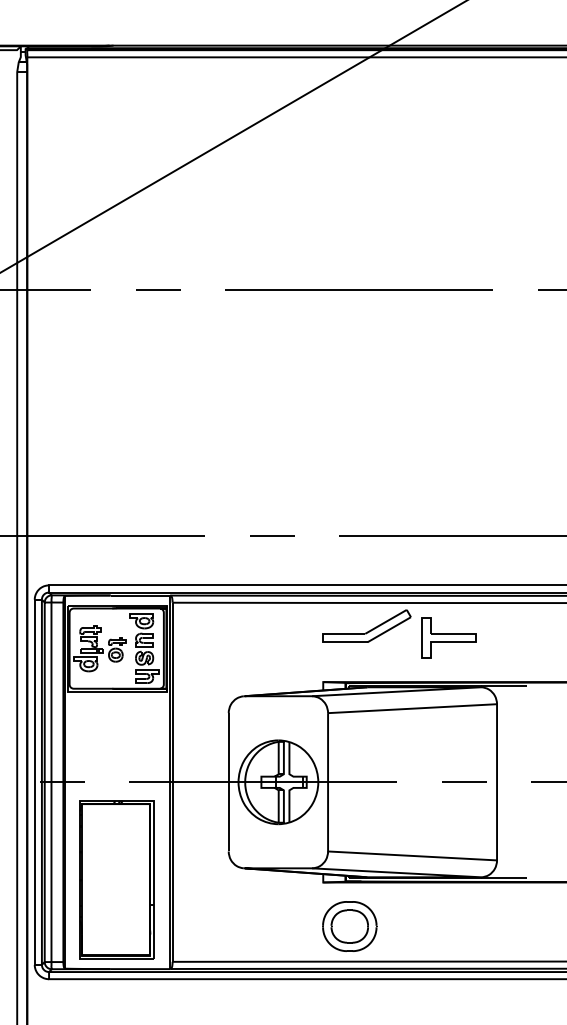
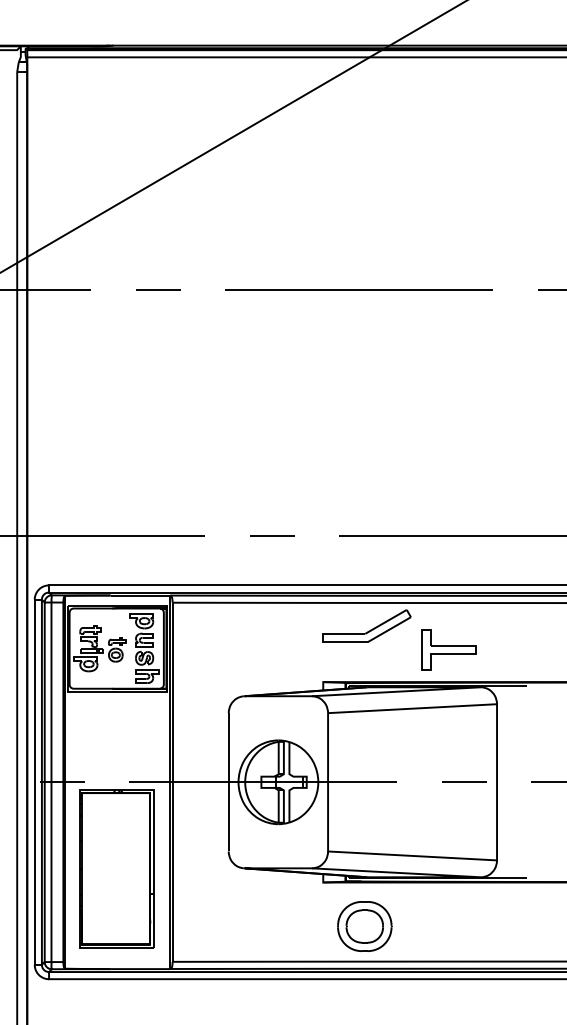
part at (448, 637) position: (448, 637) -> (448, 649)
part at (116, 879) position: (116, 879) -> (116, 868)
part at (349, 926) position: (349, 926) -> (364, 926)
